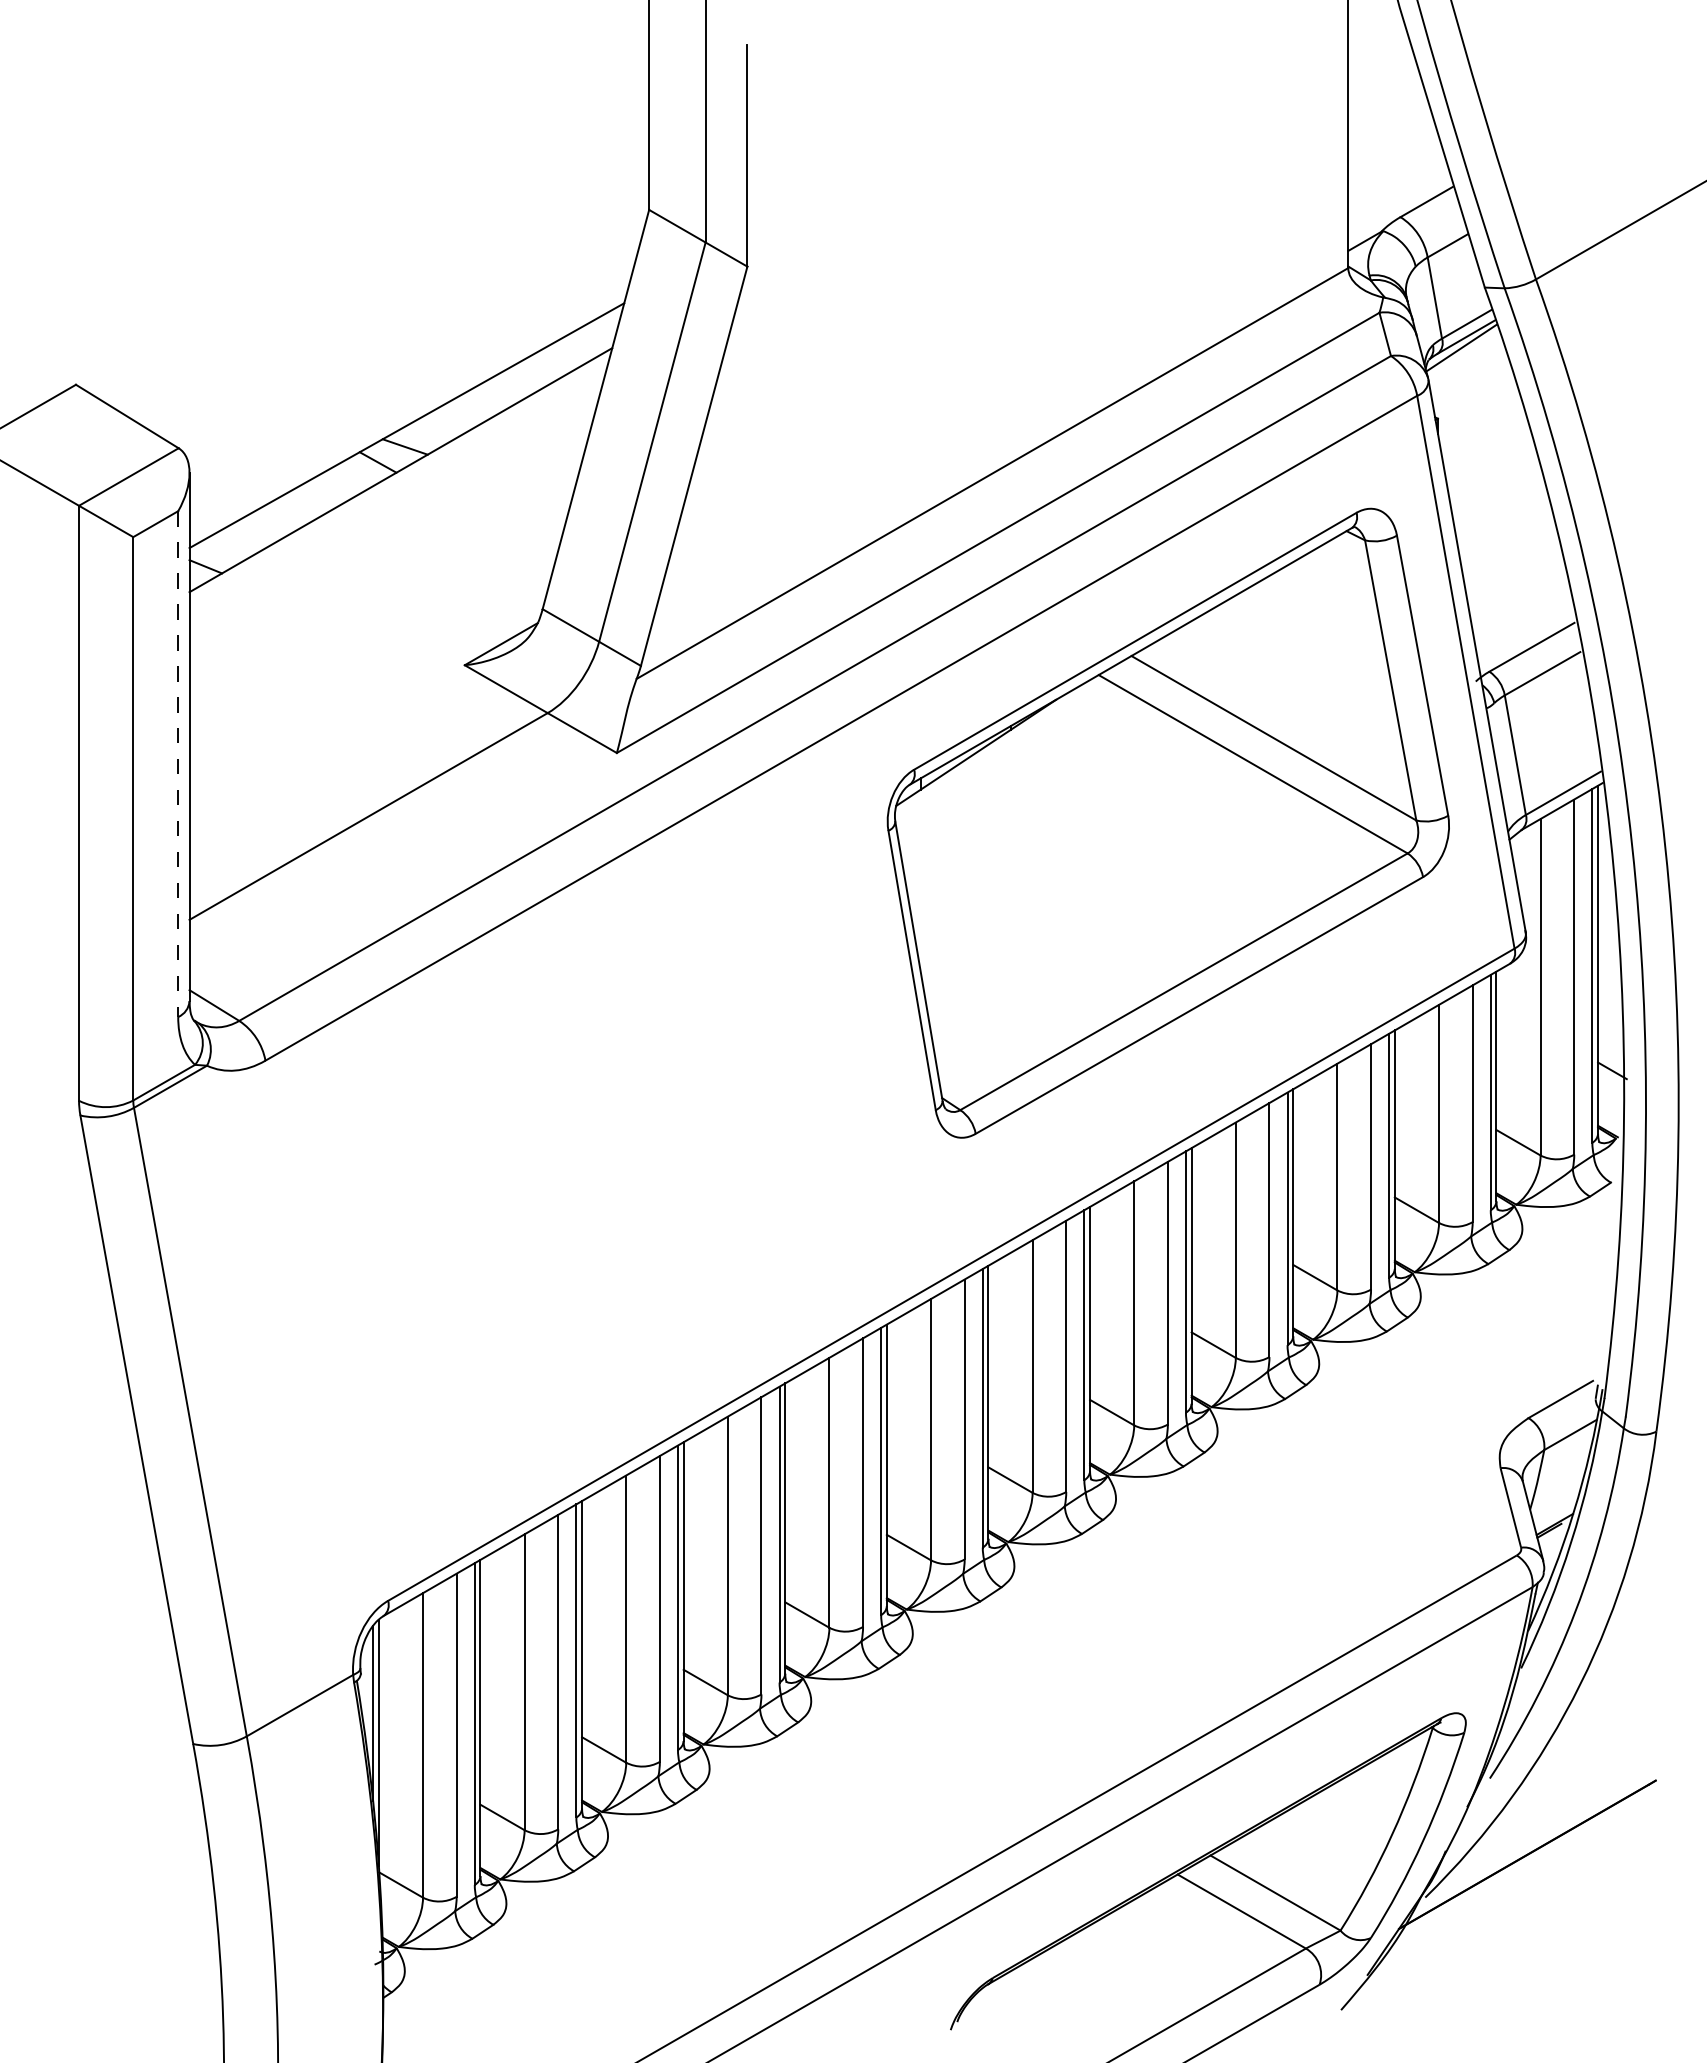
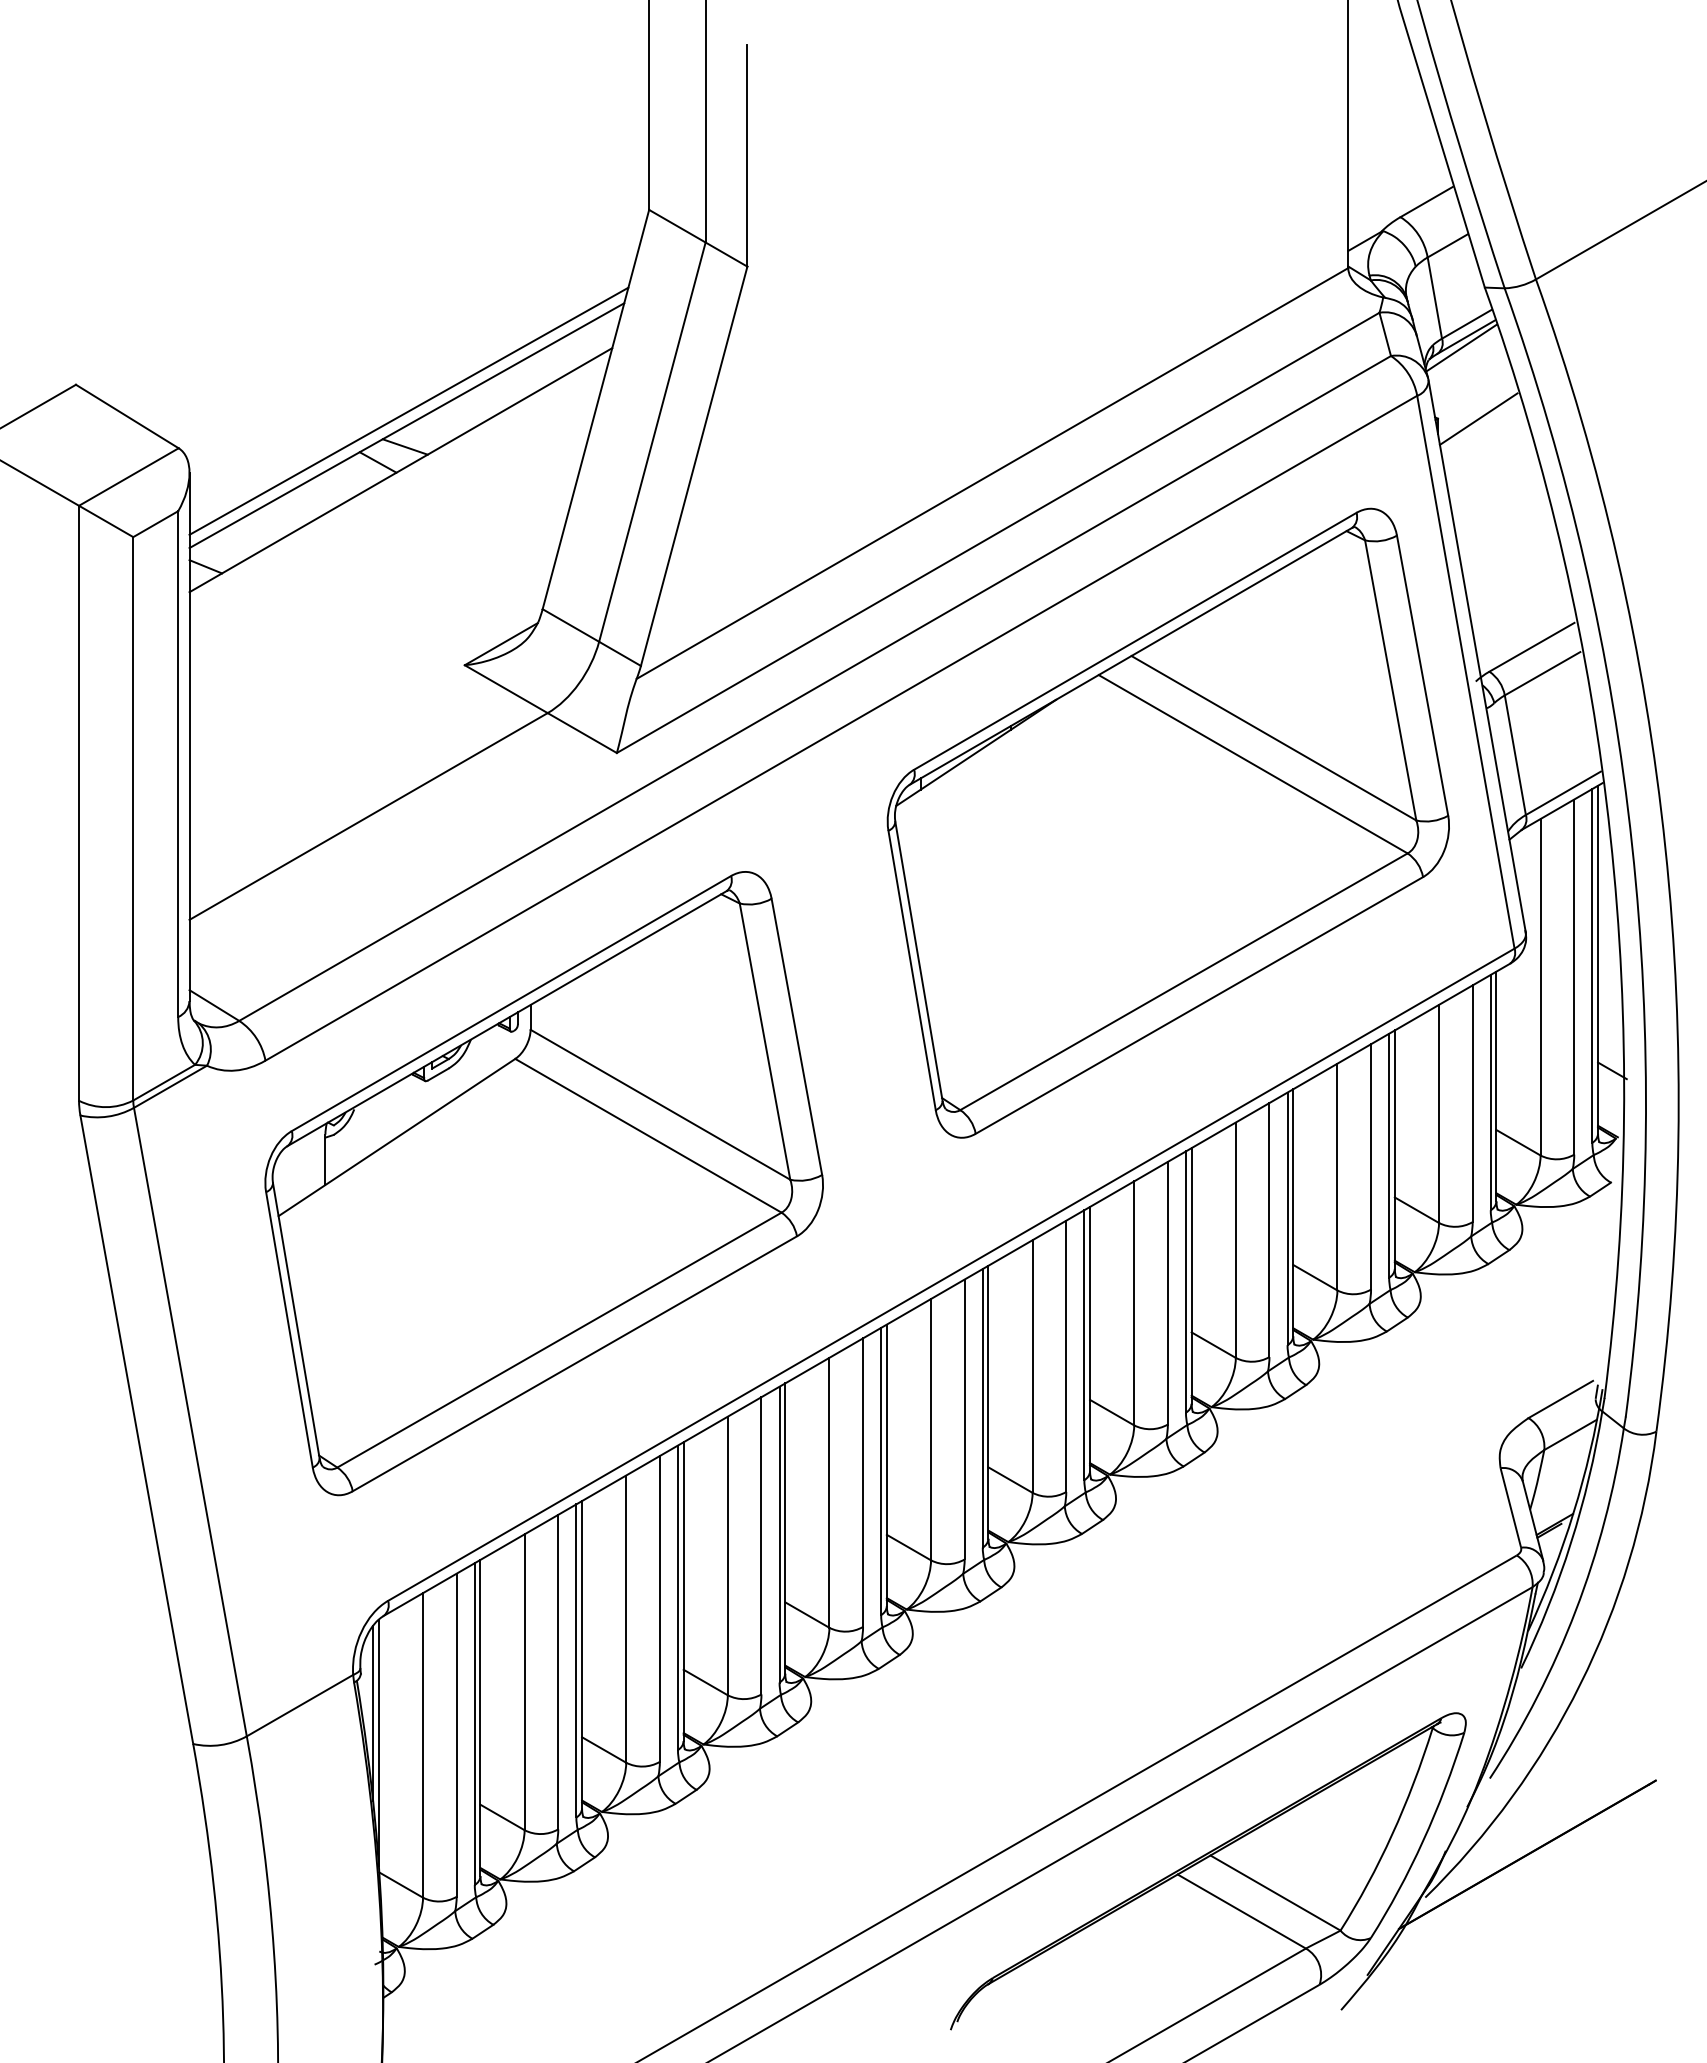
line at (408, 410): none -> present
line at (1478, 418): none -> present
line at (178, 764): dashed -> solid
part at (543, 1183): none -> present
